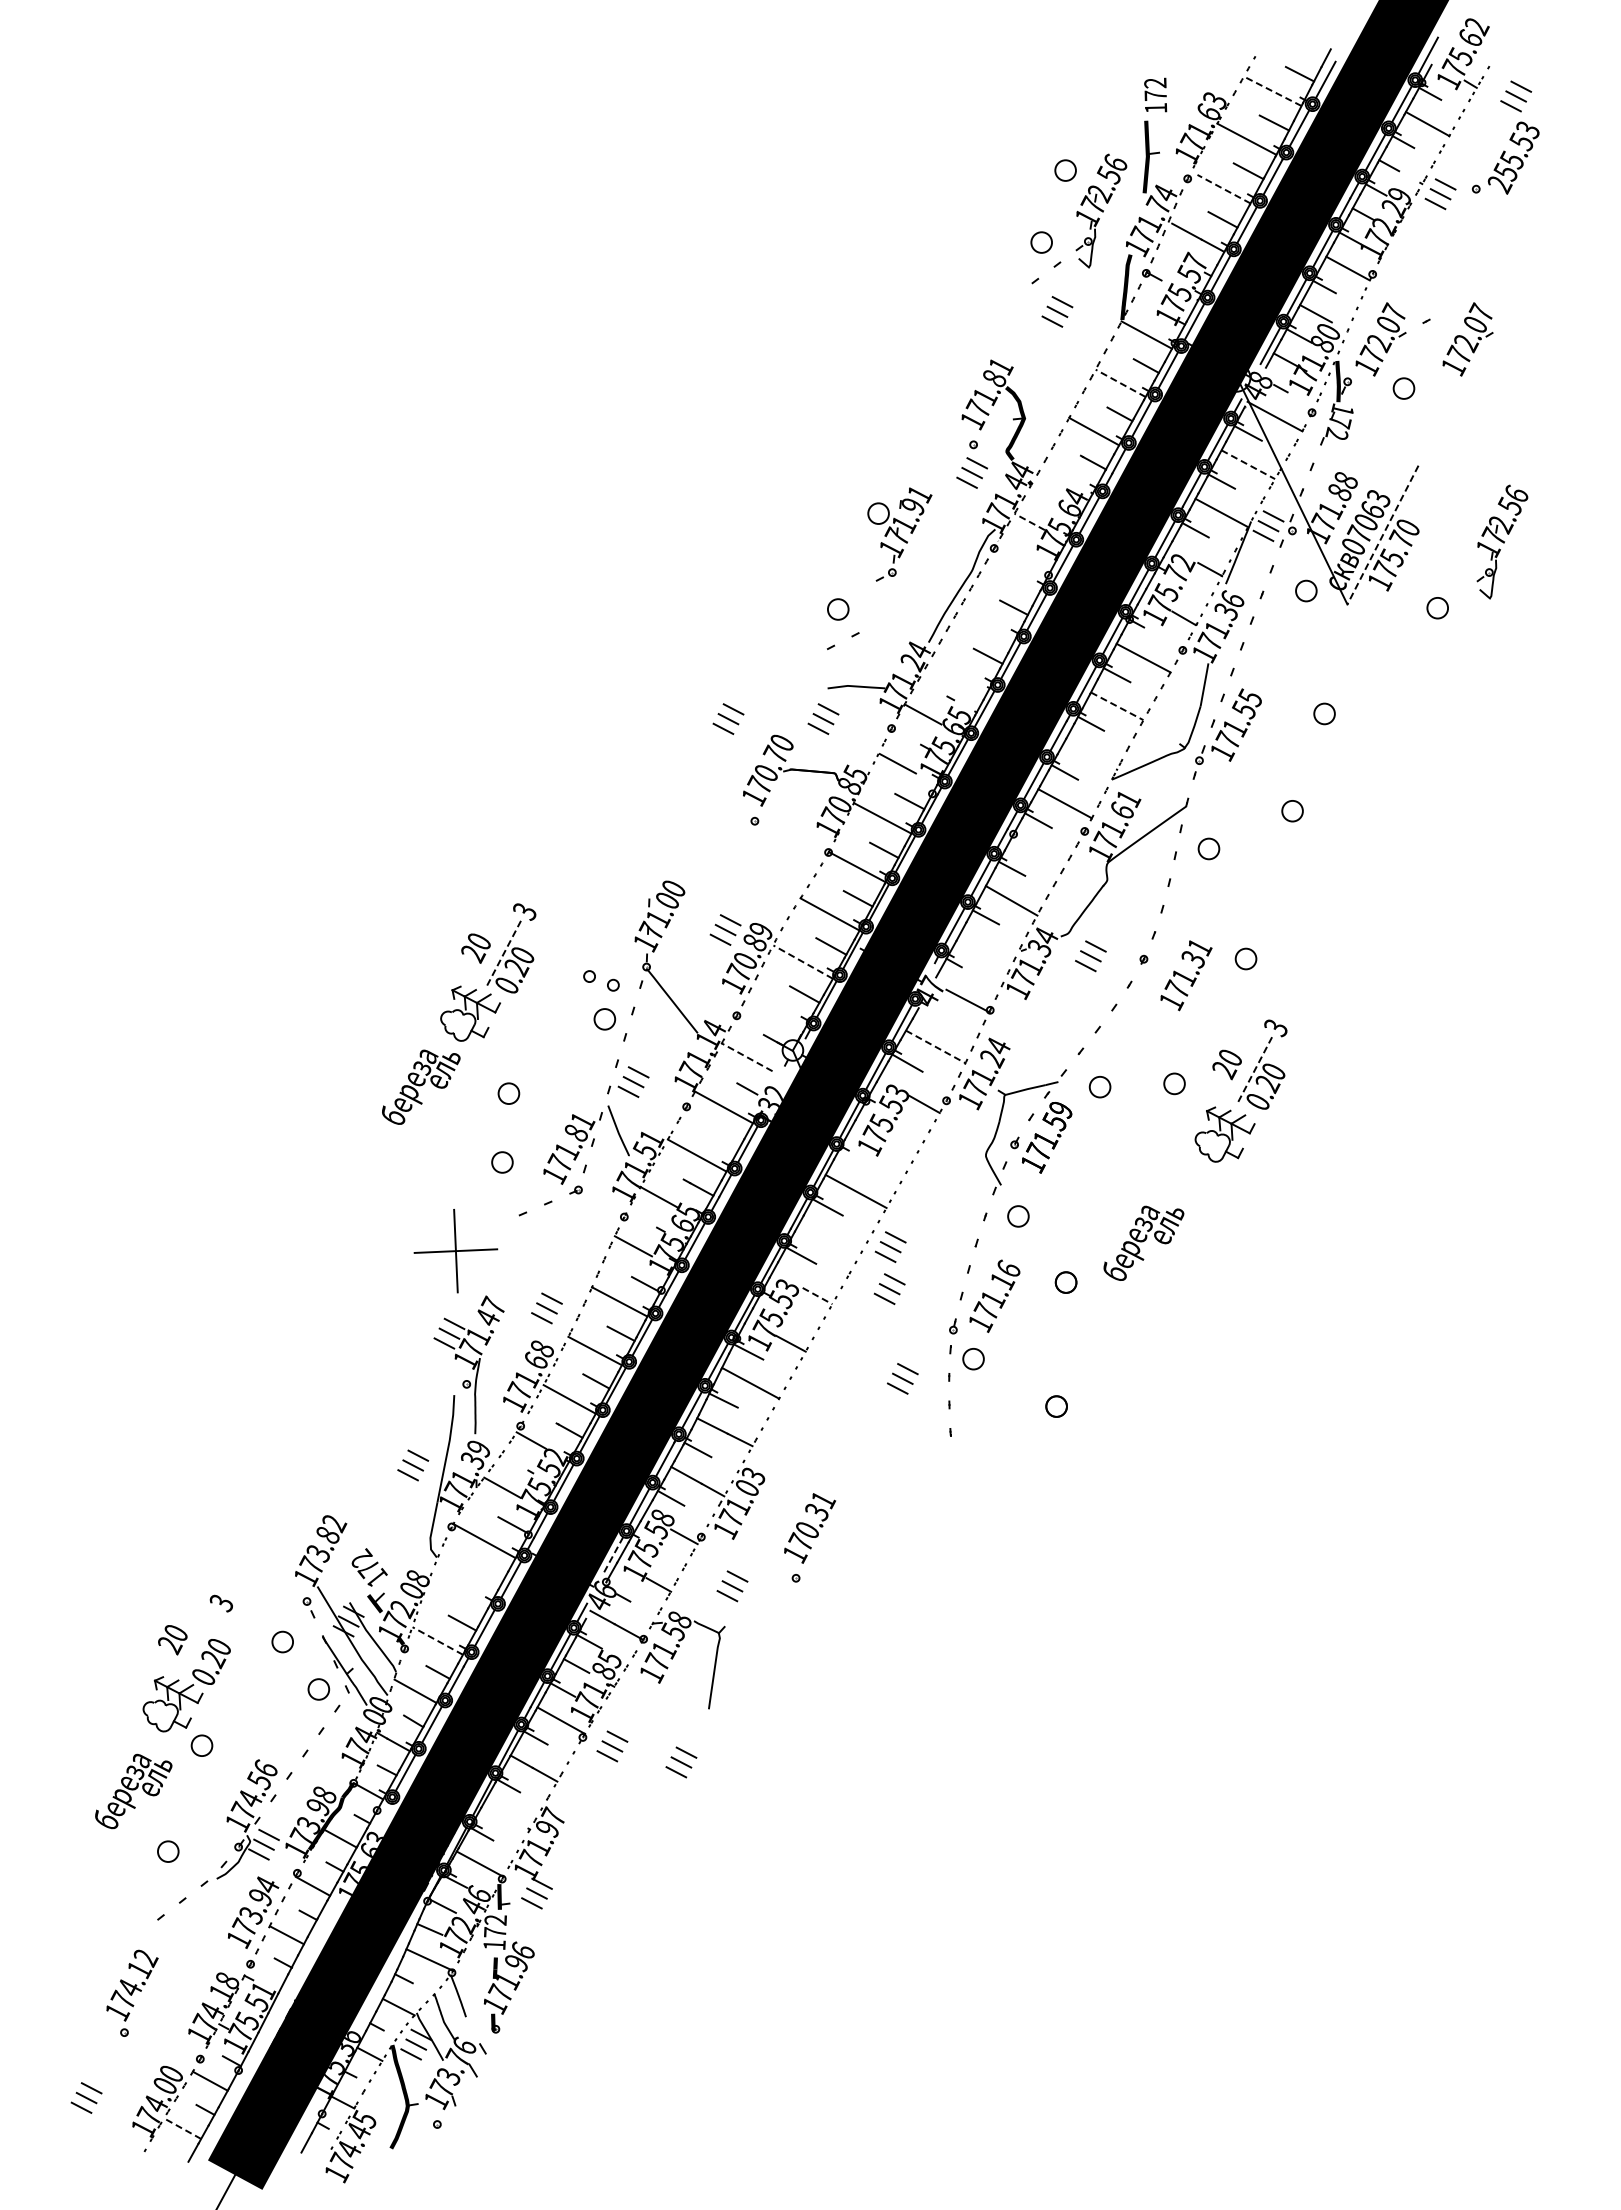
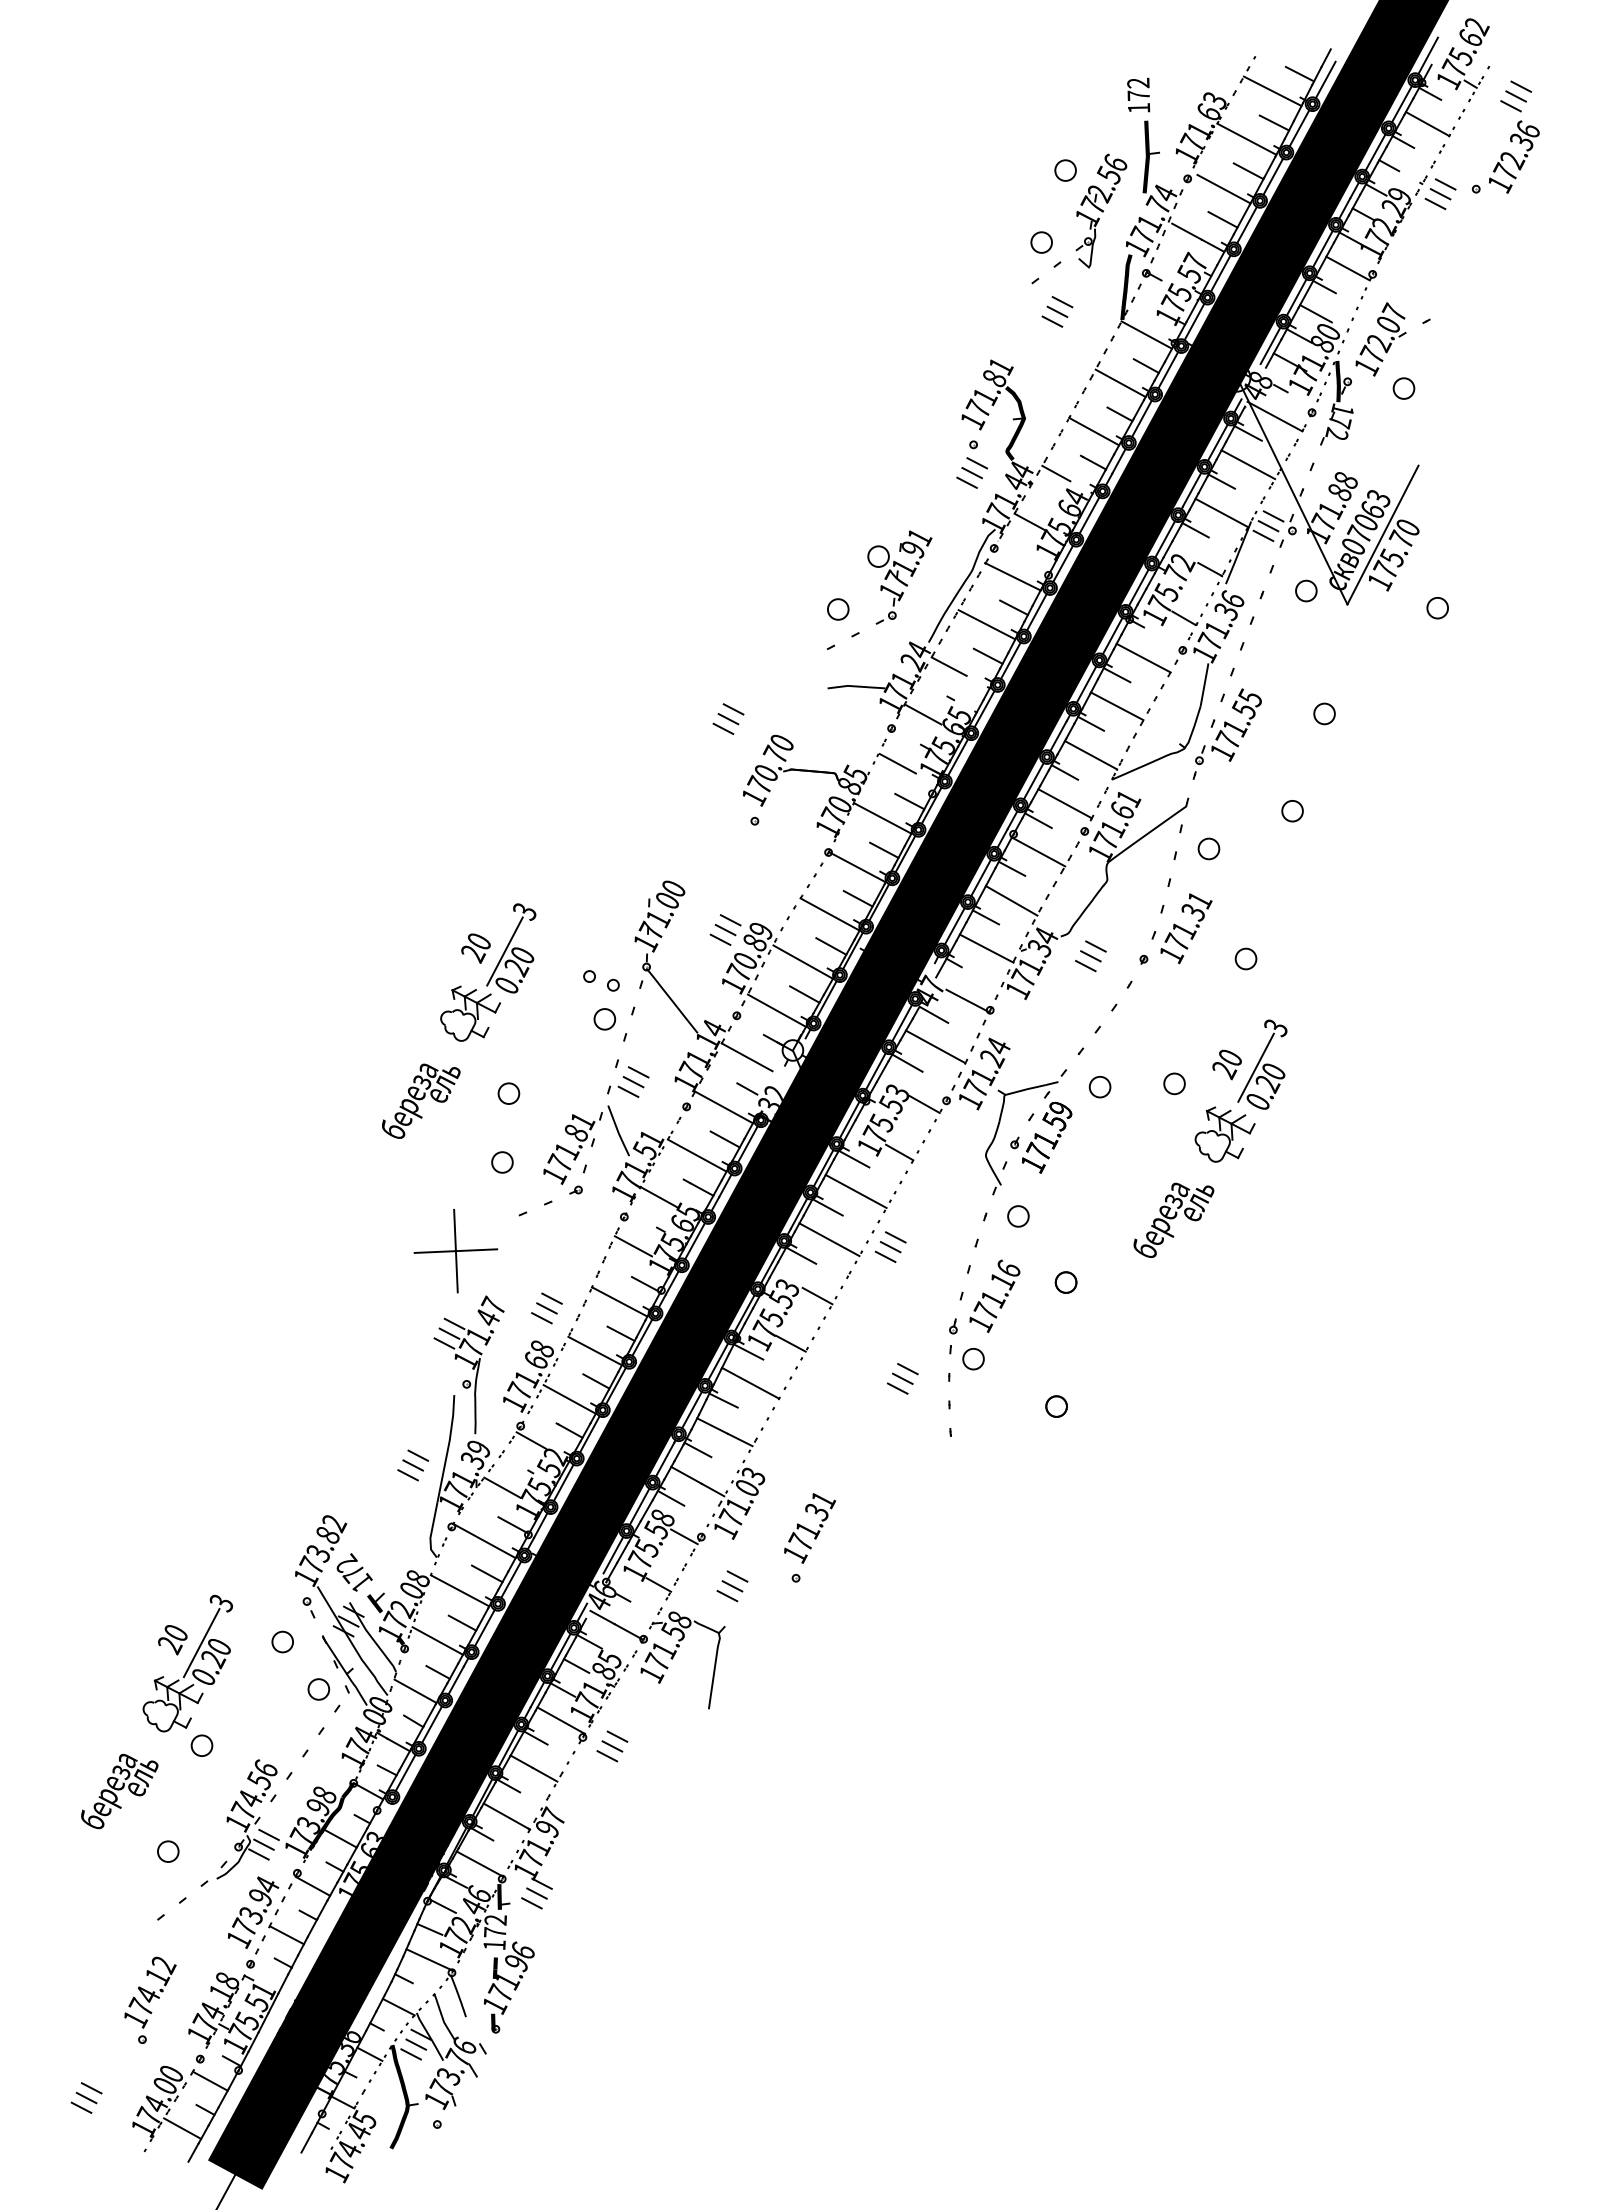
line at (1272, 91): dashed -> solid
text at (1155, 94) position: (1155, 94) -> (1138, 94)
text at (1513, 157): 255.53 -> 172.36
line at (1223, 188): dashed -> solid
part at (1467, 339): present -> none
line at (1120, 383): dashed -> solid
line at (1248, 464): dashed -> solid
line at (1056, 473): none -> present
line at (1029, 521): dashed -> solid
part at (899, 534) position: (899, 534) -> (899, 577)
line at (1382, 535): dashed -> solid
part at (1502, 541): present -> none
line at (1012, 576): none -> present
line at (986, 624): none -> present
line at (948, 666): none -> present
line at (1117, 706): dashed -> solid
part at (823, 718): present -> none
line at (1090, 755): none -> present
line at (1038, 851): none -> present
line at (986, 948): none -> present
line at (505, 951): dashed -> solid
line at (802, 961): dashed -> solid
text at (1186, 975) position: (1186, 975) -> (1186, 928)
line at (776, 1010): none -> present
line at (933, 1014): none -> present
line at (935, 1046): dashed -> solid
line at (747, 1057): dashed -> solid
line at (1256, 1067): dashed -> solid
text at (421, 1086) position: (421, 1086) -> (421, 1100)
line at (724, 1139): none -> present
line at (899, 1152): none -> present
line at (853, 1158): none -> present
line at (829, 1239): none -> present
text at (1143, 1242) position: (1143, 1242) -> (1173, 1219)
part at (889, 1288): present -> none
line at (817, 1296): dashed -> solid
text at (808, 1530): 170.31 -> 171.31
line at (613, 1555): dashed -> solid
text at (369, 1567) position: (369, 1567) -> (354, 1572)
line at (486, 1573): none -> present
line at (460, 1590): none -> present
line at (437, 1641): dashed -> solid
line at (201, 1643): none -> present
part at (681, 1762): present -> none
text at (133, 1791) position: (133, 1791) -> (119, 1791)
line at (506, 1816): none -> present
part at (132, 1992) position: (132, 1992) -> (150, 1999)
line at (182, 2128): dashed -> solid
